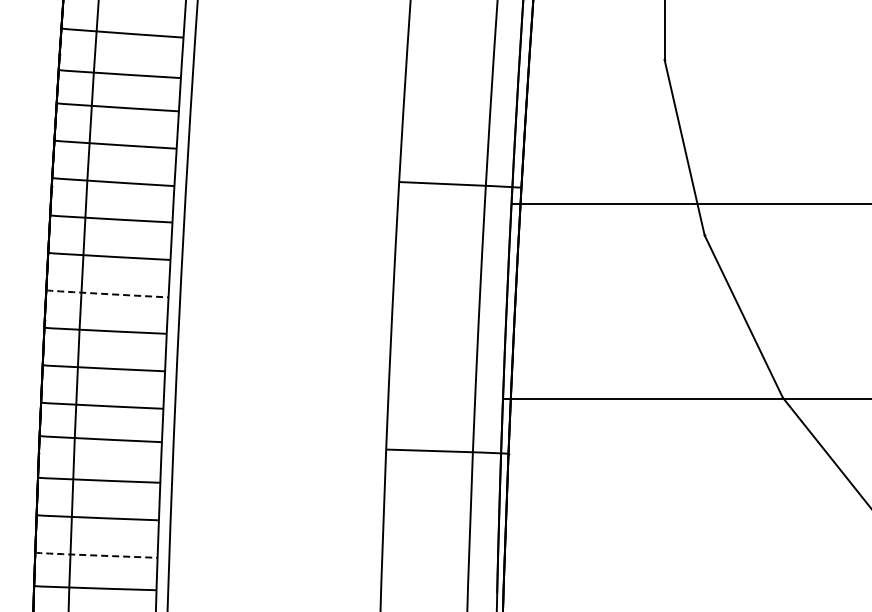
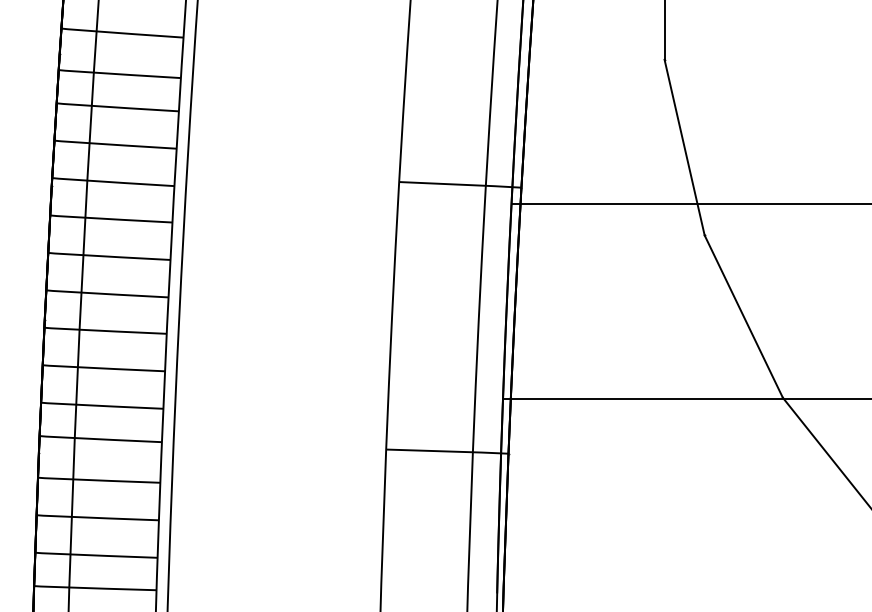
arc at (101, 293): dashed -> solid
arc at (90, 555): dashed -> solid
